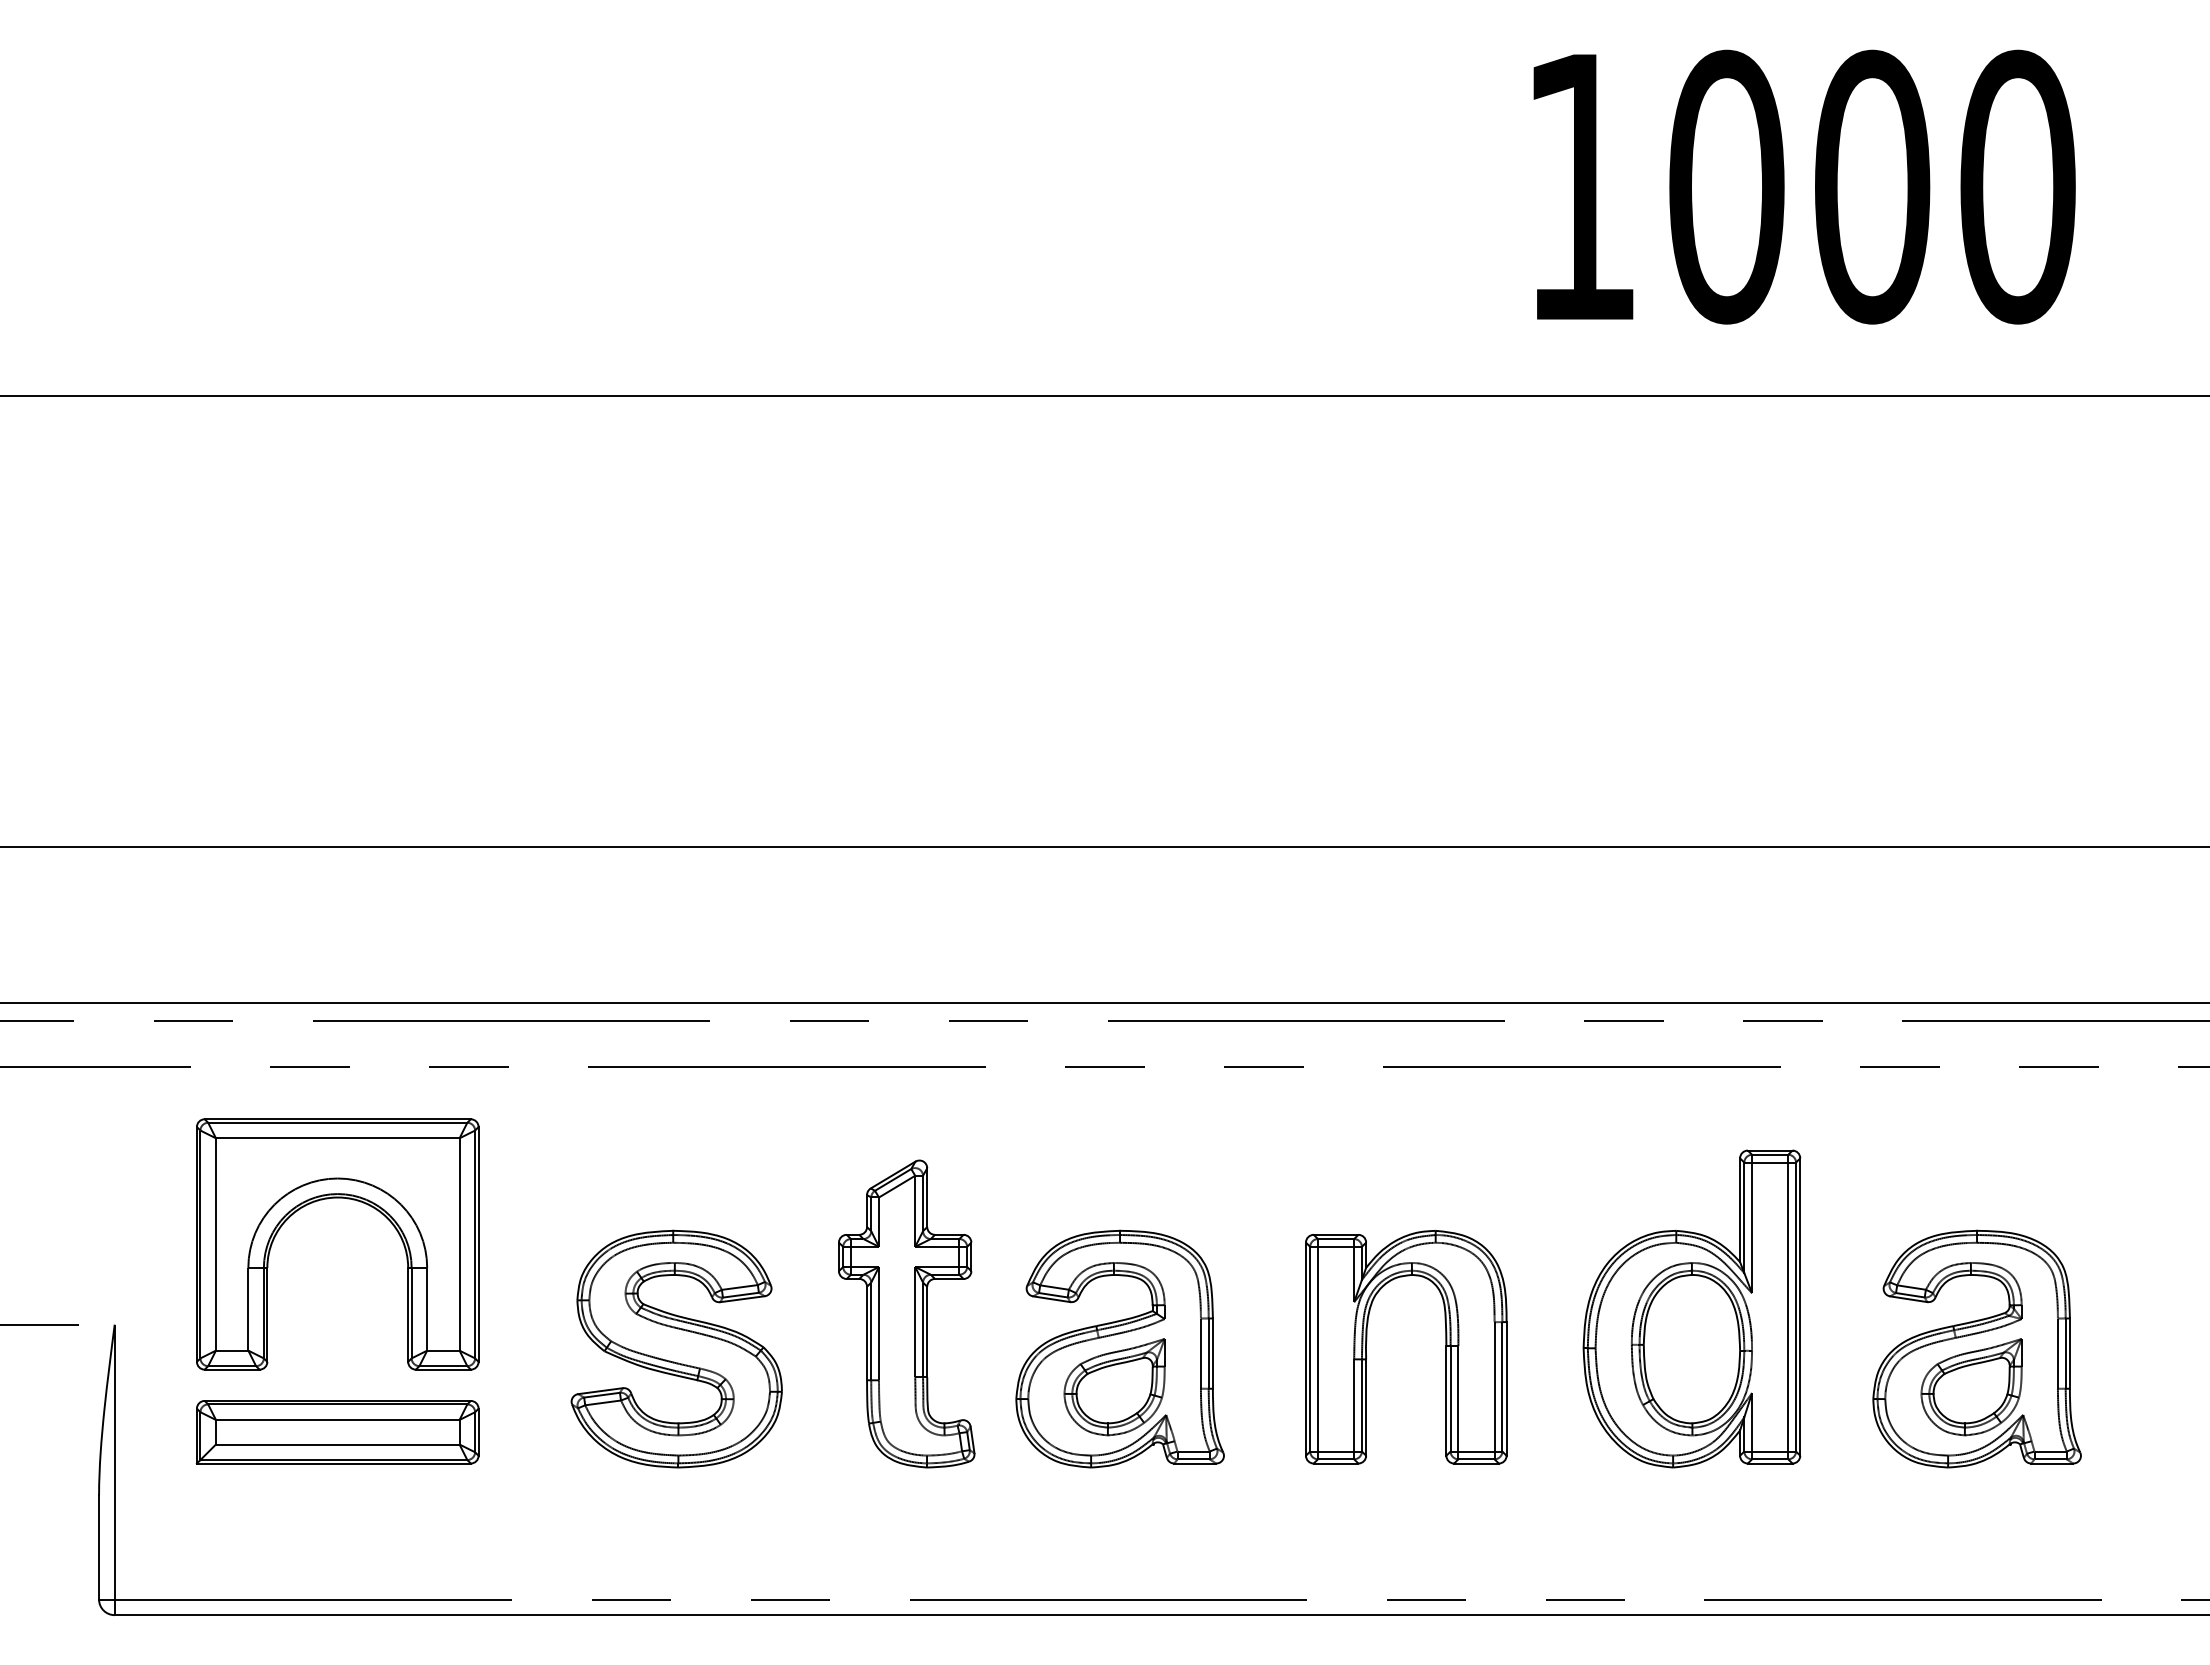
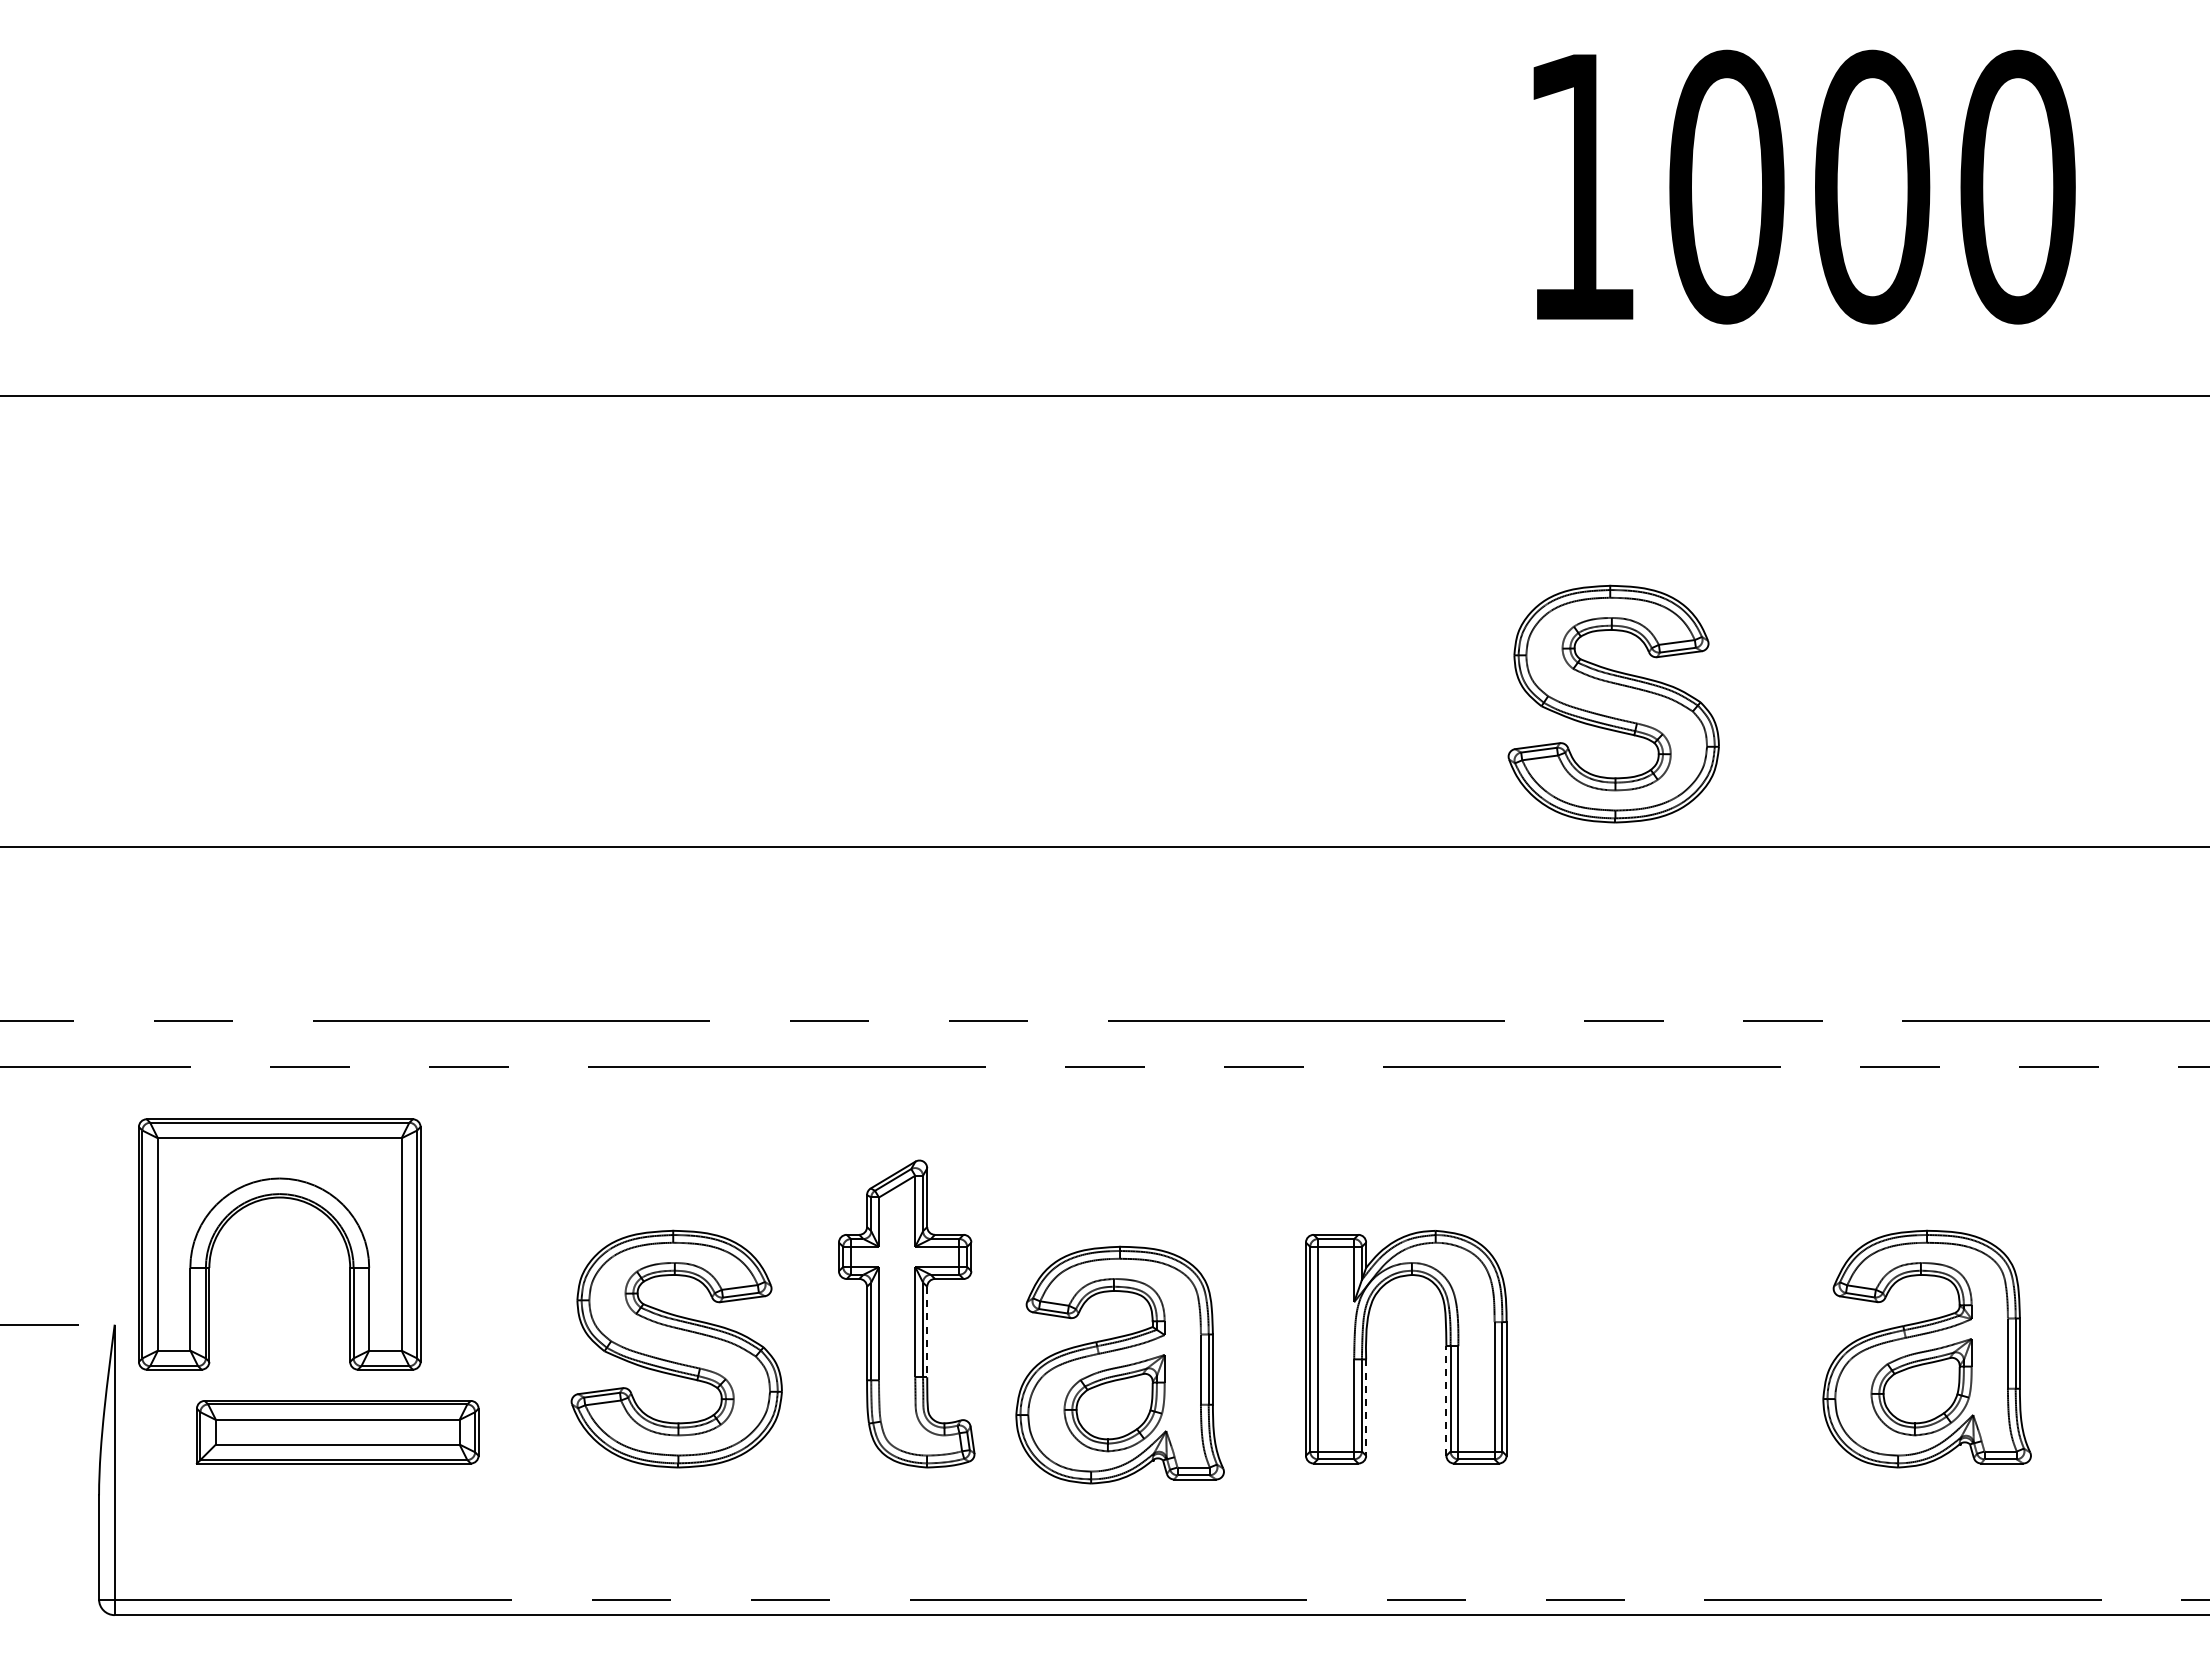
part at (1613, 703): none -> present
line at (1104, 1003): present -> none
part at (328, 1199) position: (328, 1199) -> (270, 1199)
part at (1691, 1308): present -> none
line at (927, 1332): solid -> dashed
part at (1119, 1348) position: (1119, 1348) -> (1119, 1364)
part at (1976, 1348) position: (1976, 1348) -> (1926, 1348)
line at (1446, 1400): solid -> dashed
line at (1366, 1408): solid -> dashed
